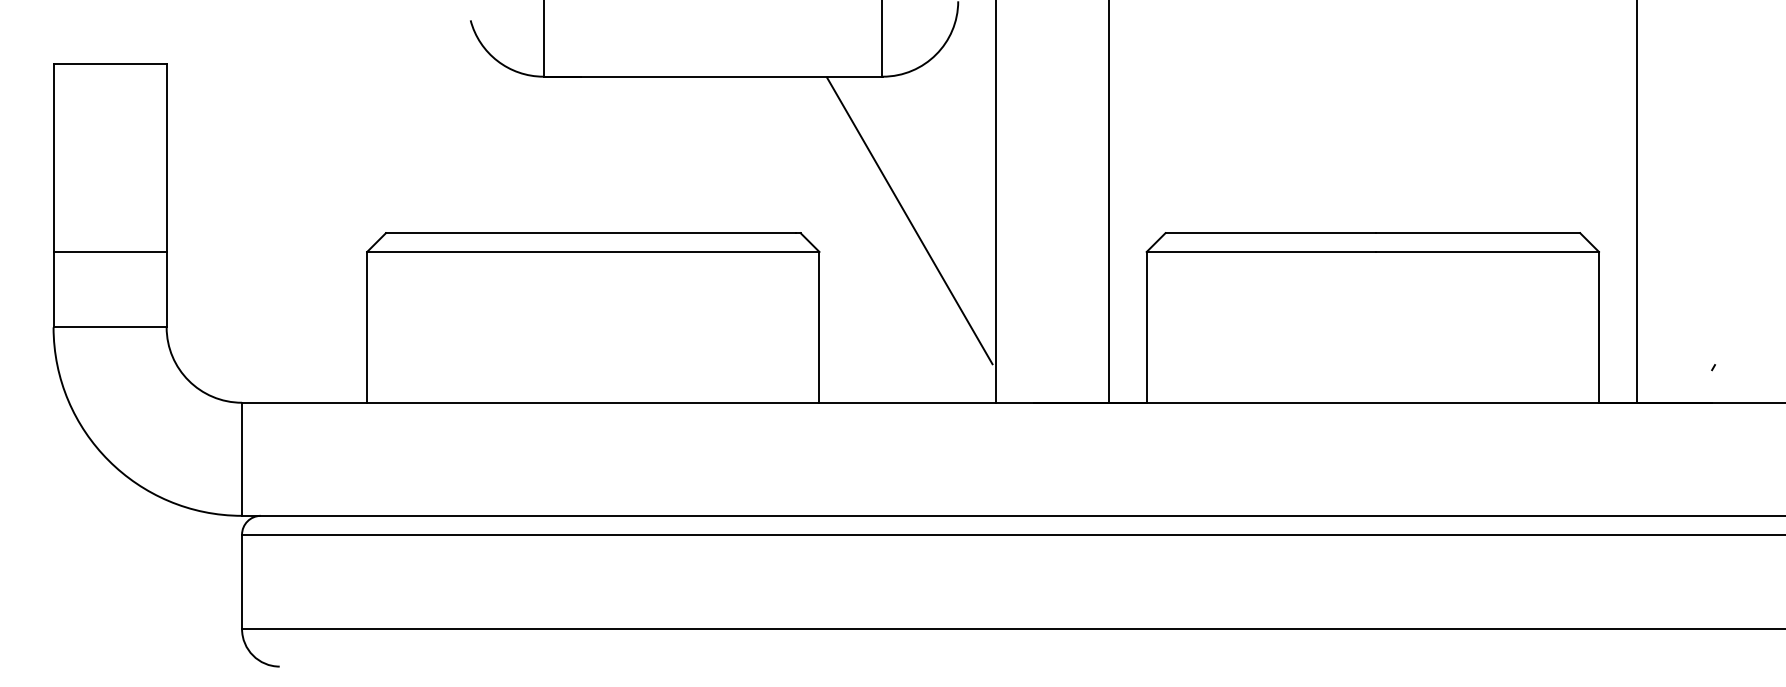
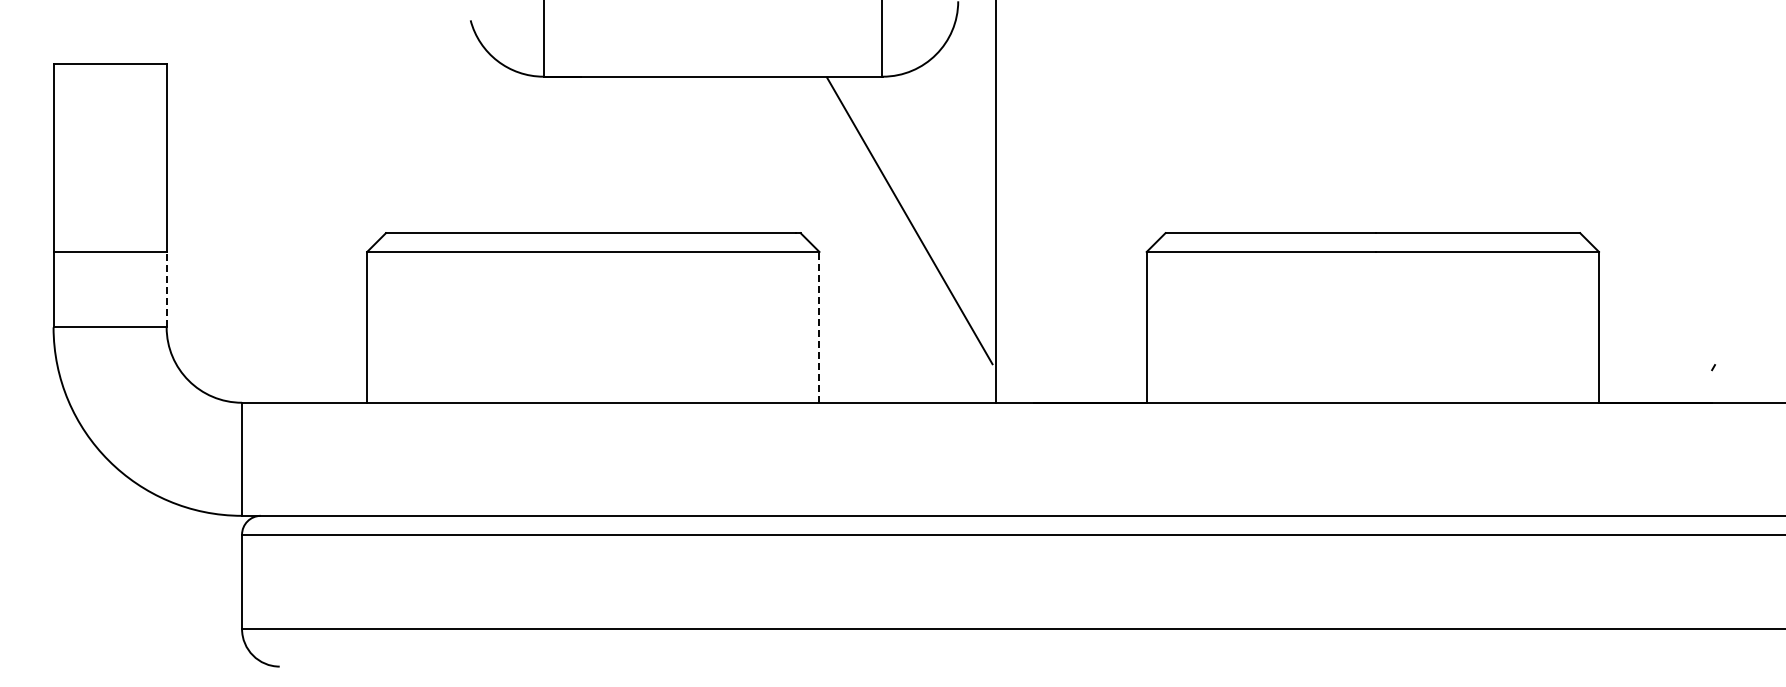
line at (1109, 202): present -> none
line at (1636, 202): present -> none
line at (166, 289): solid -> dashed
line at (819, 326): solid -> dashed
